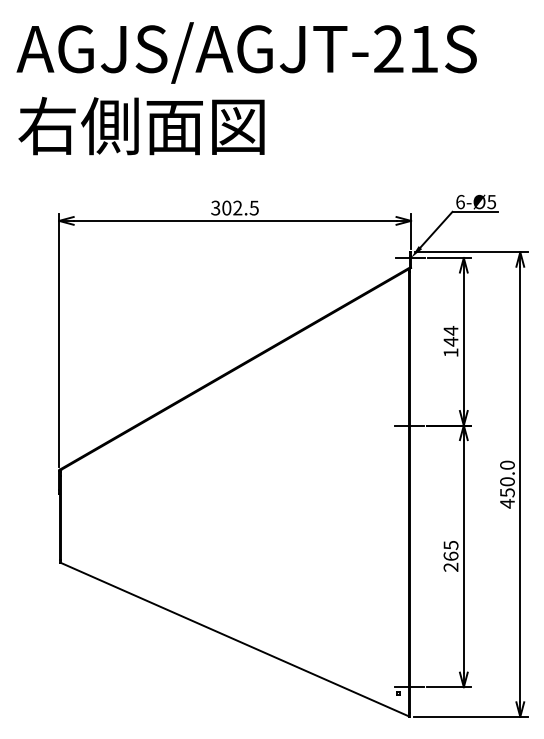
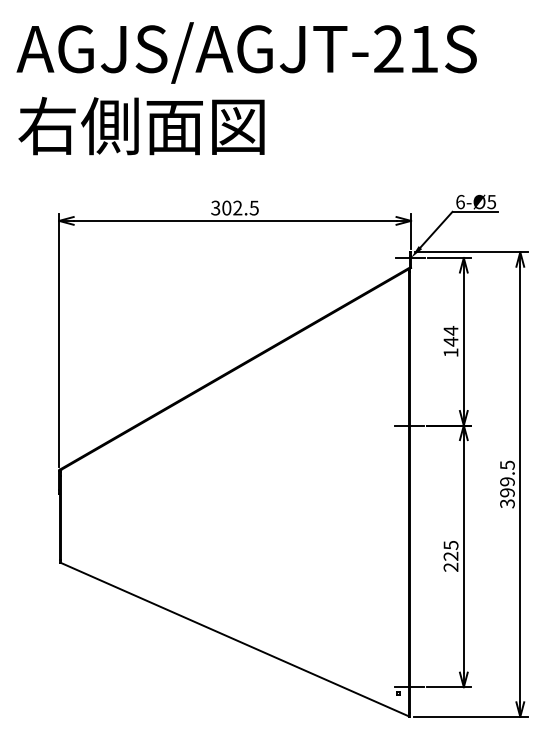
text at (507, 484): 450.0 -> 399.5
text at (450, 555): 265 -> 225
